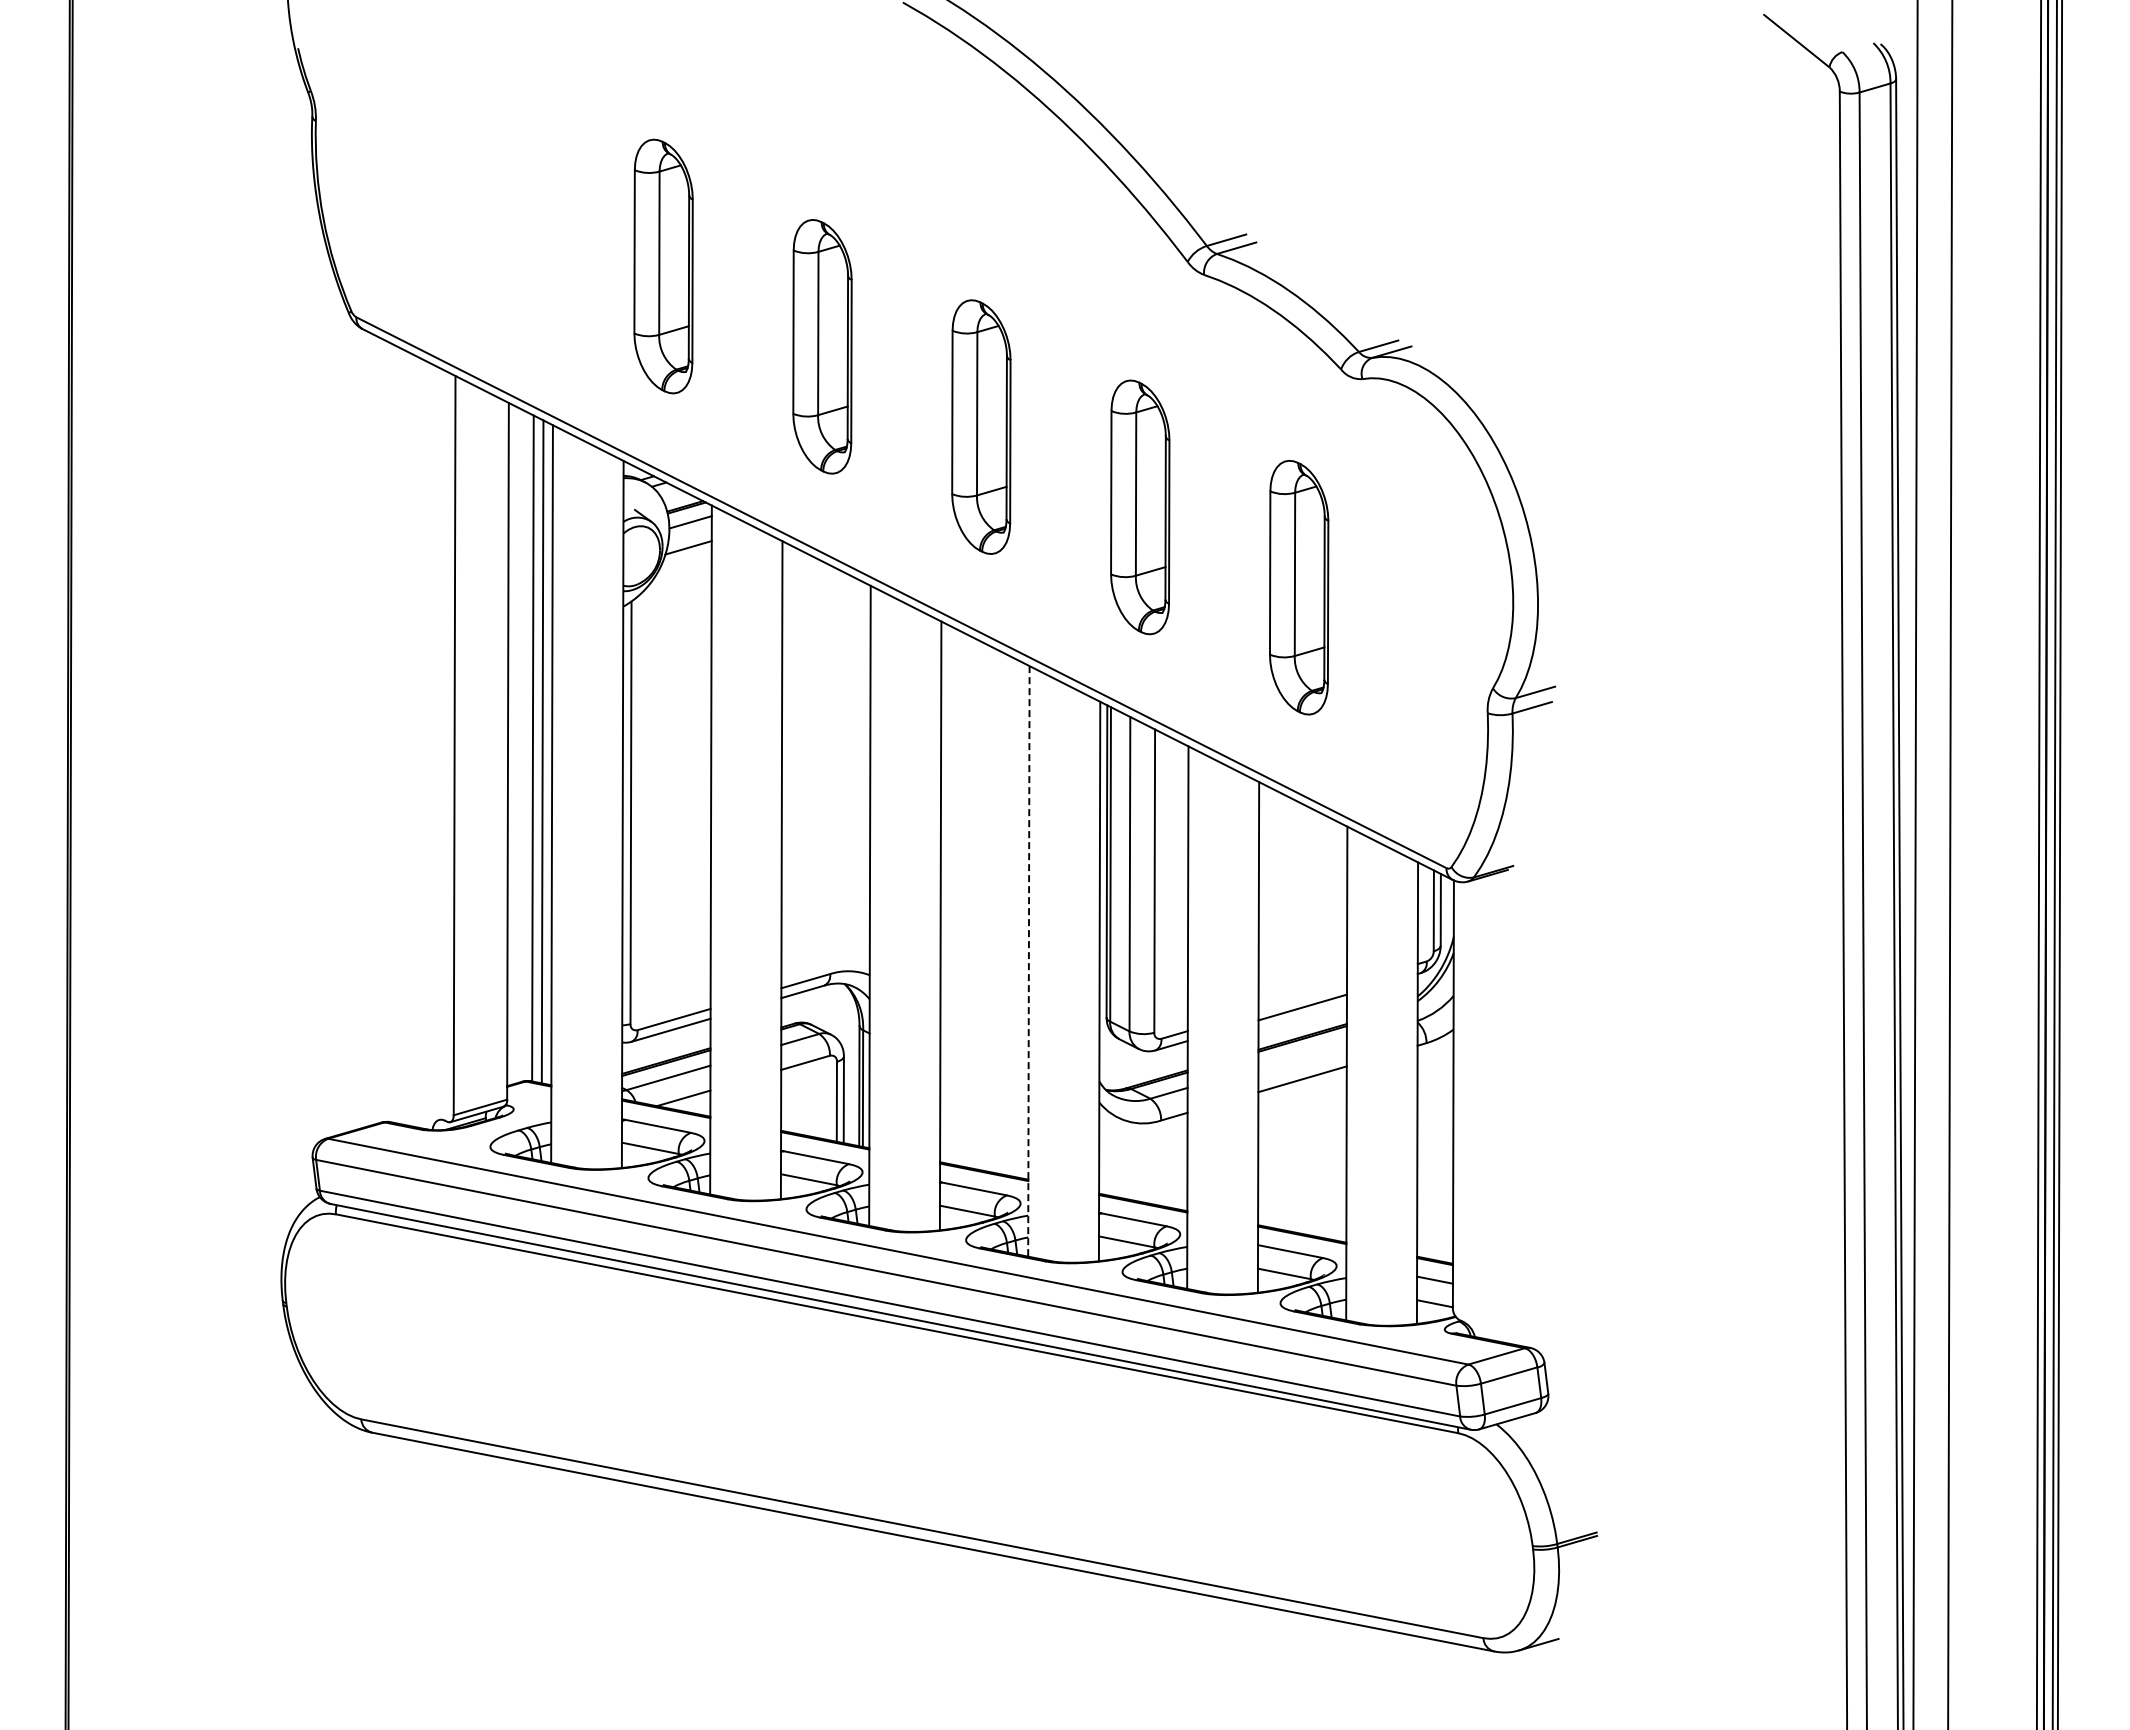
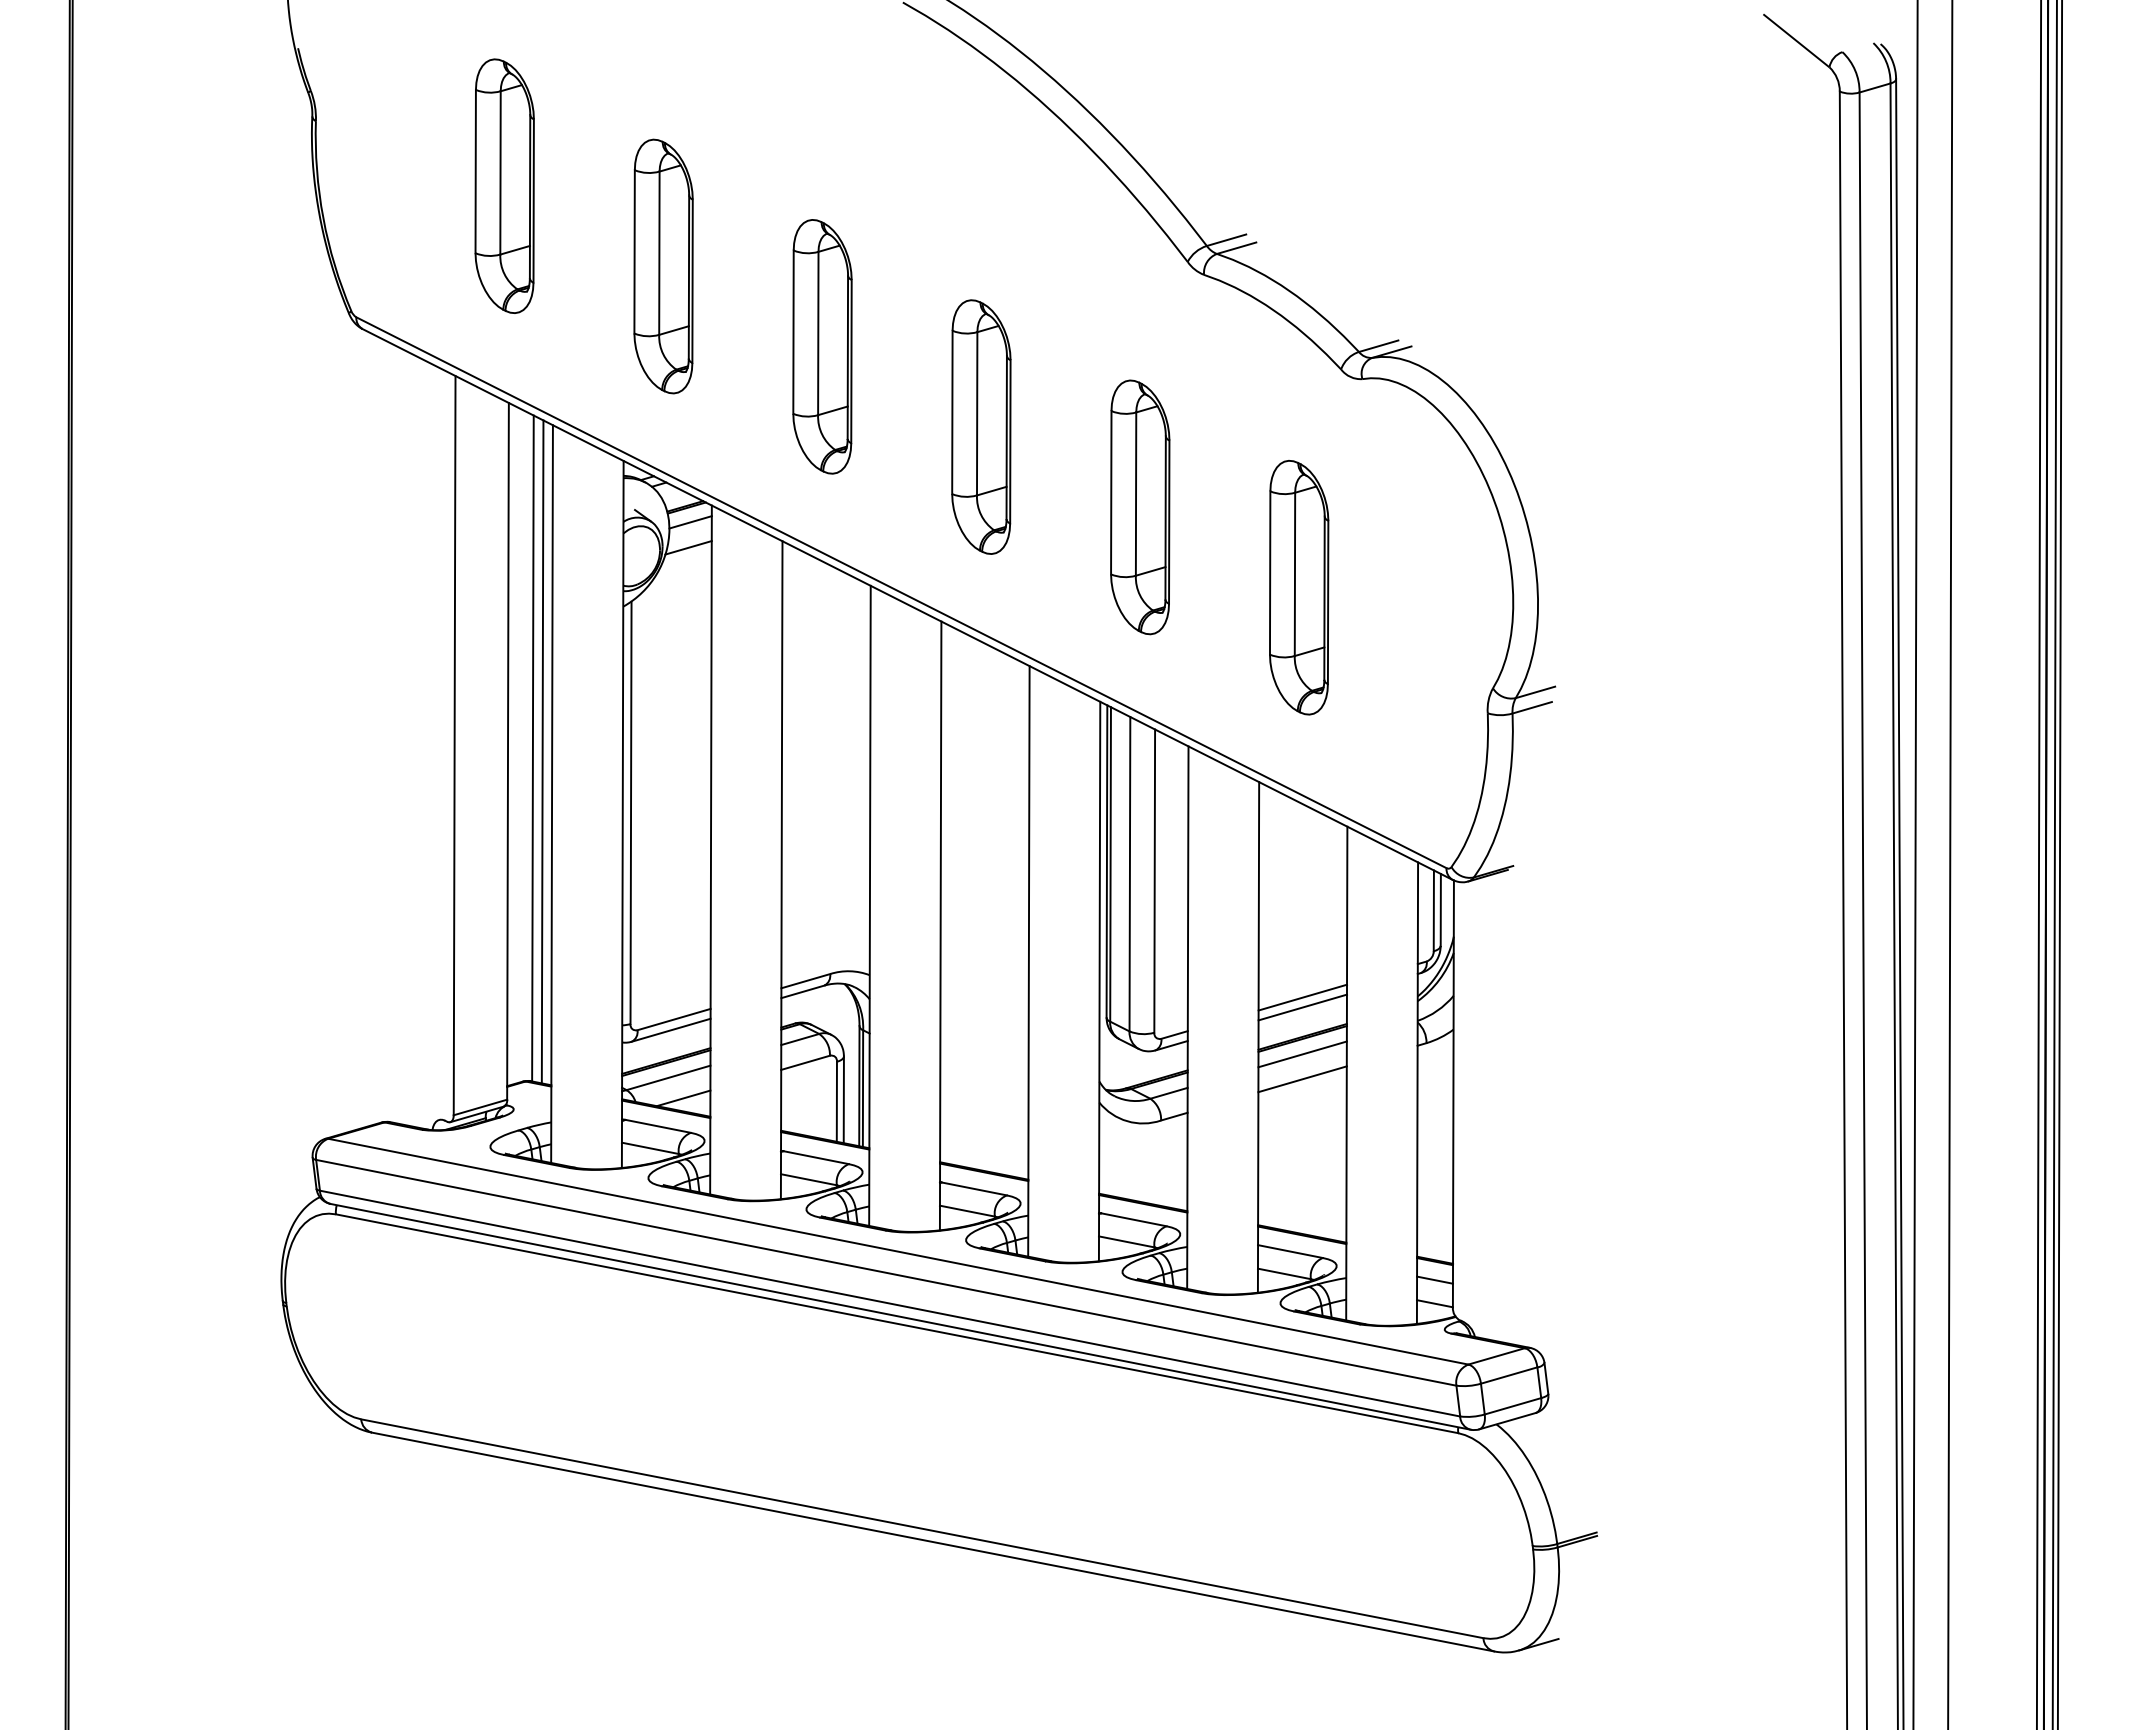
part at (504, 185): none -> present
line at (1028, 961): dashed -> solid
line at (1302, 997): none -> present
line at (1302, 1054): none -> present
